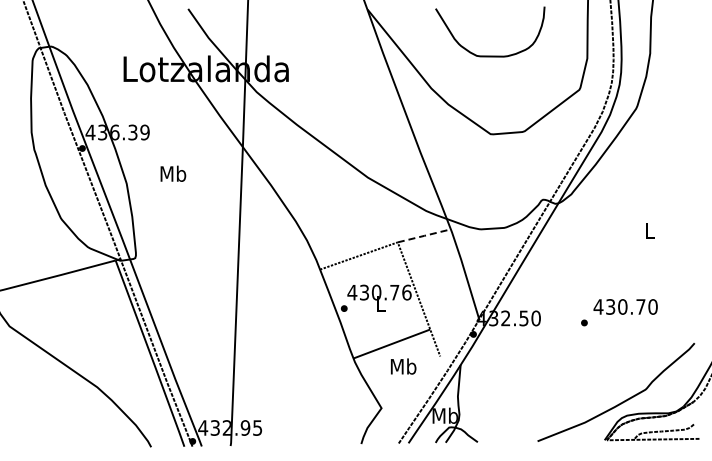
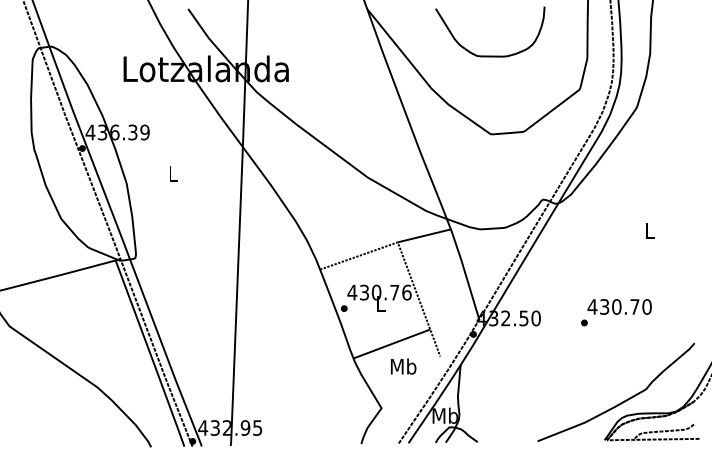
text at (173, 173): Mb -> L
line at (424, 235): dashed -> solid
text at (625, 306) position: (625, 306) -> (619, 306)
